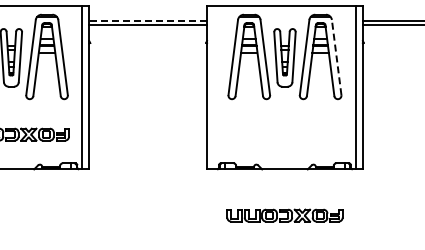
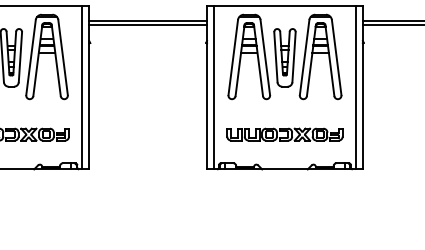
line at (148, 20): dashed -> solid
line at (336, 57): dashed -> solid
line at (214, 87): none -> present
part at (284, 215) position: (284, 215) -> (284, 134)
